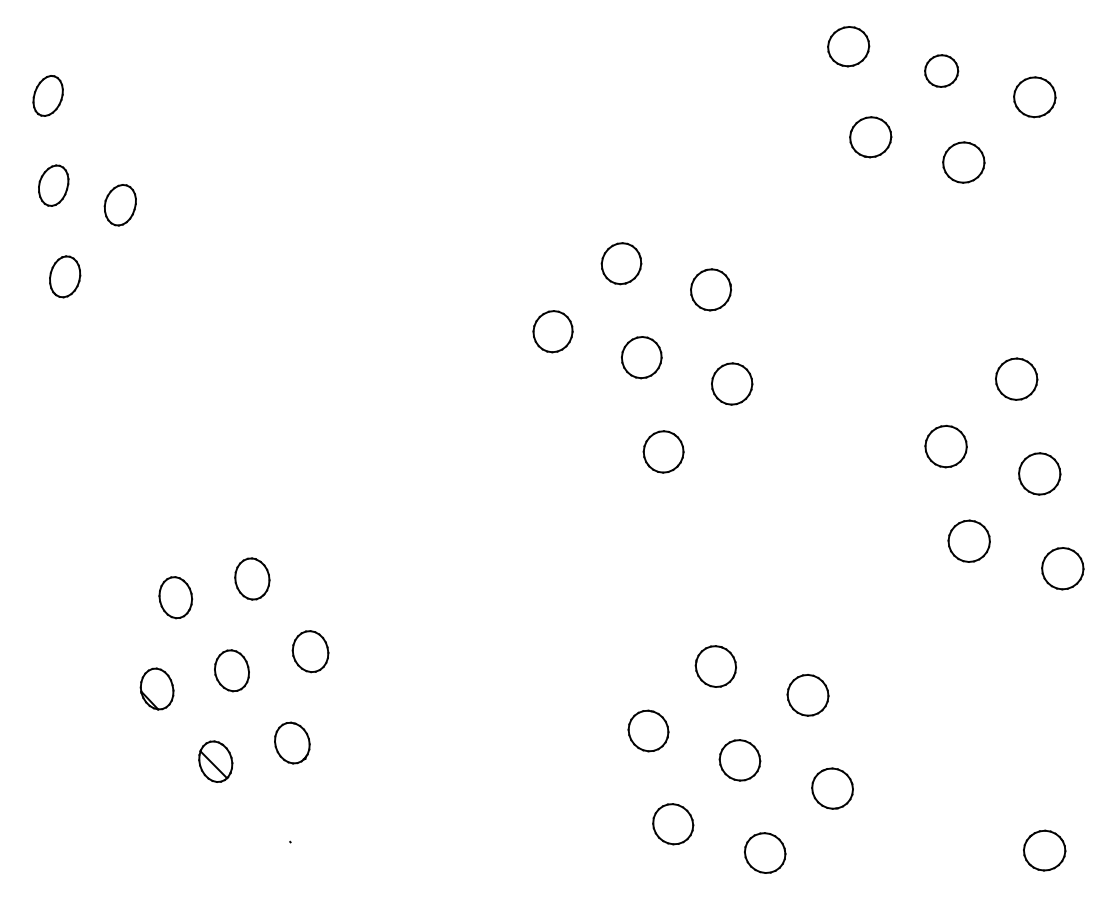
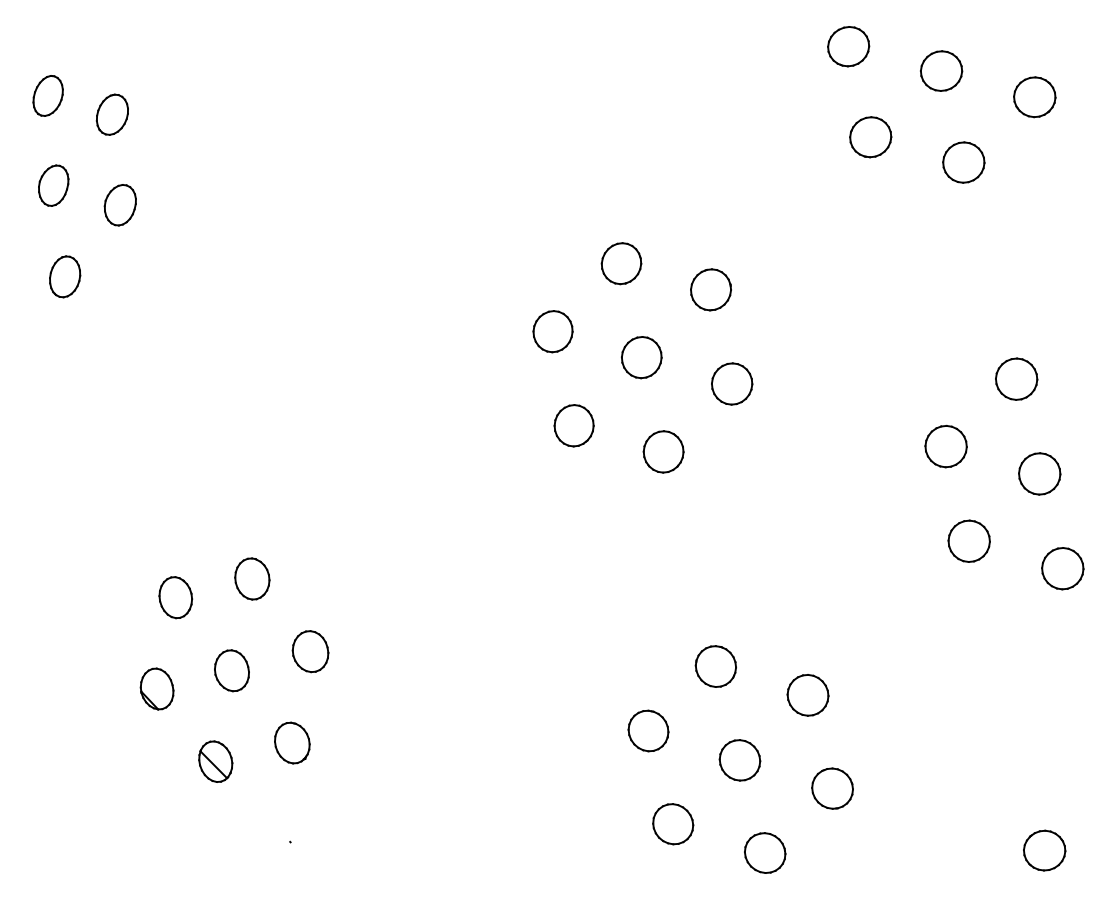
part at (941, 70) size: 36x34 px -> 44x42 px
part at (111, 114): none -> present
part at (573, 425): none -> present
